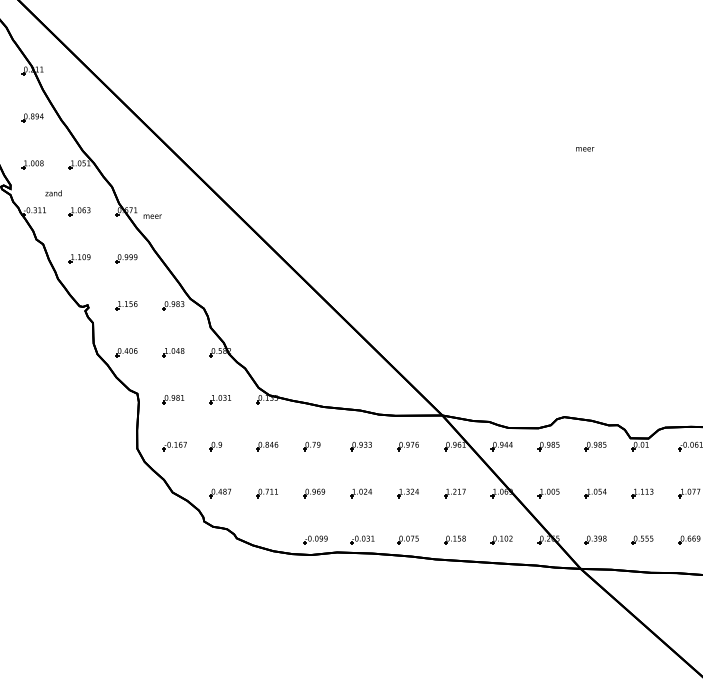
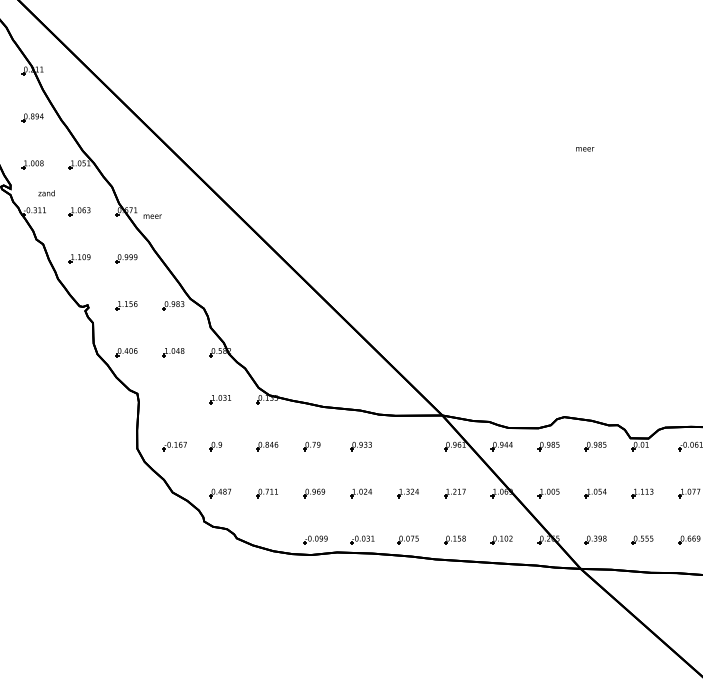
text at (53, 193) position: (53, 193) -> (46, 193)
part at (173, 399): present -> none
part at (407, 446): present -> none
